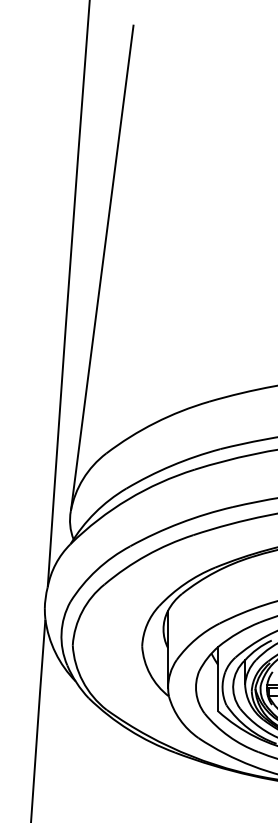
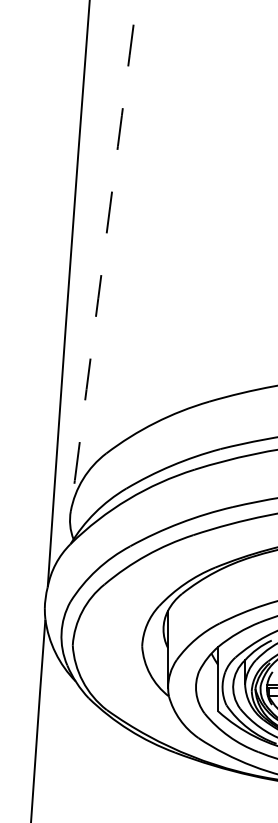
arc at (102, 267): solid -> dashed
